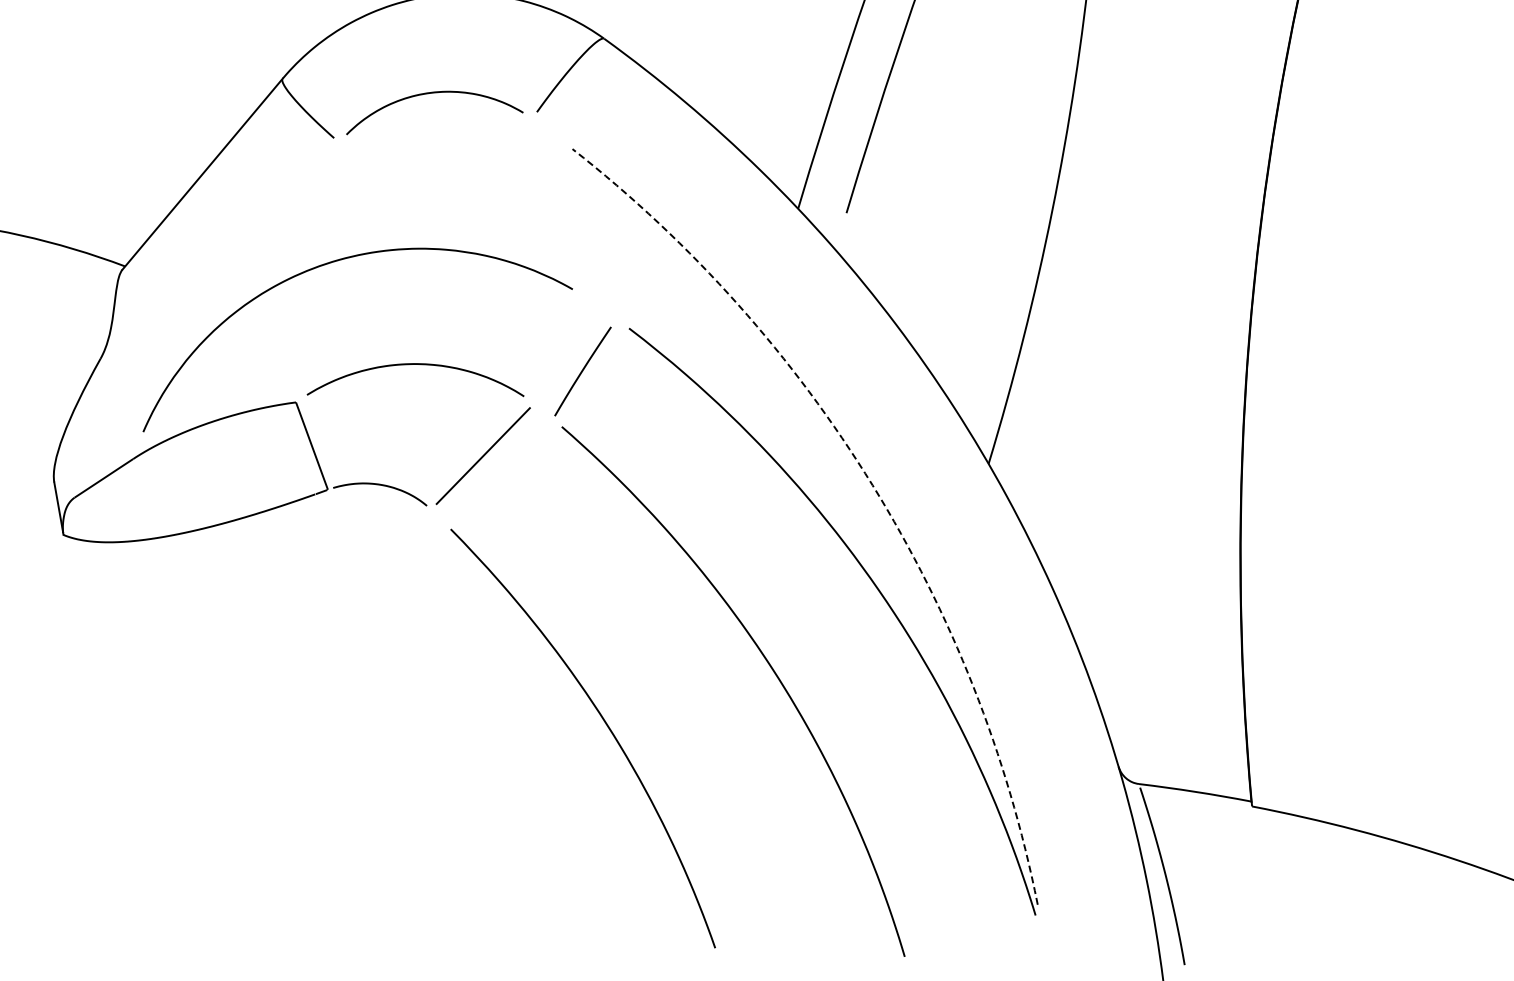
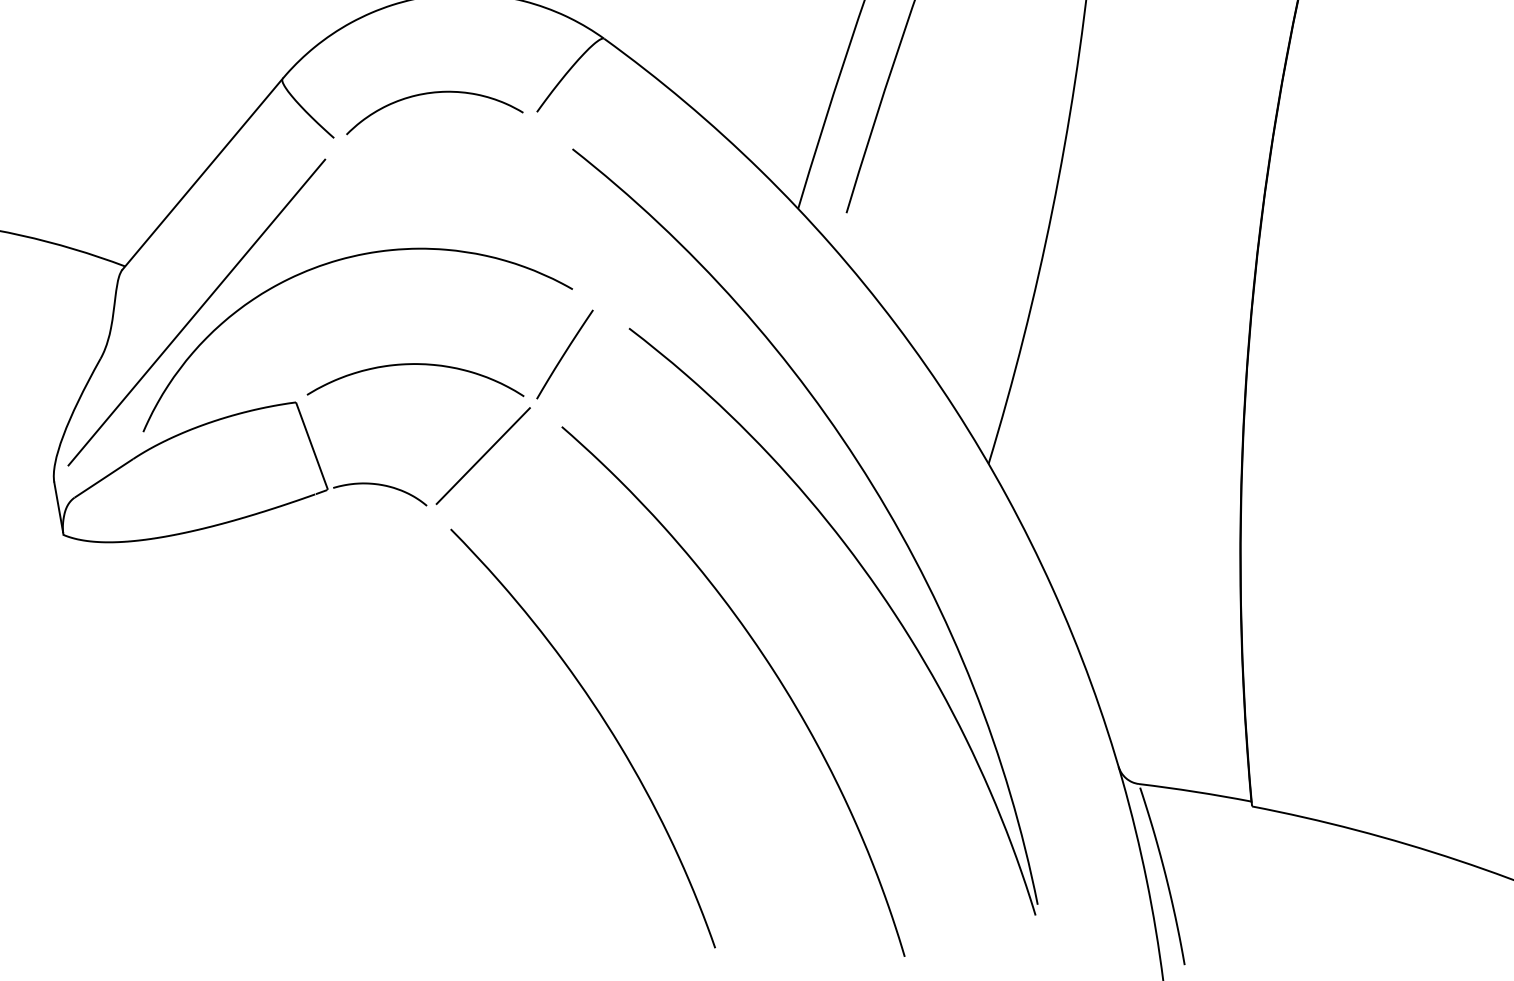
line at (196, 312): none -> present
curve at (582, 371) position: (582, 371) -> (564, 354)
arc at (872, 485): dashed -> solid
